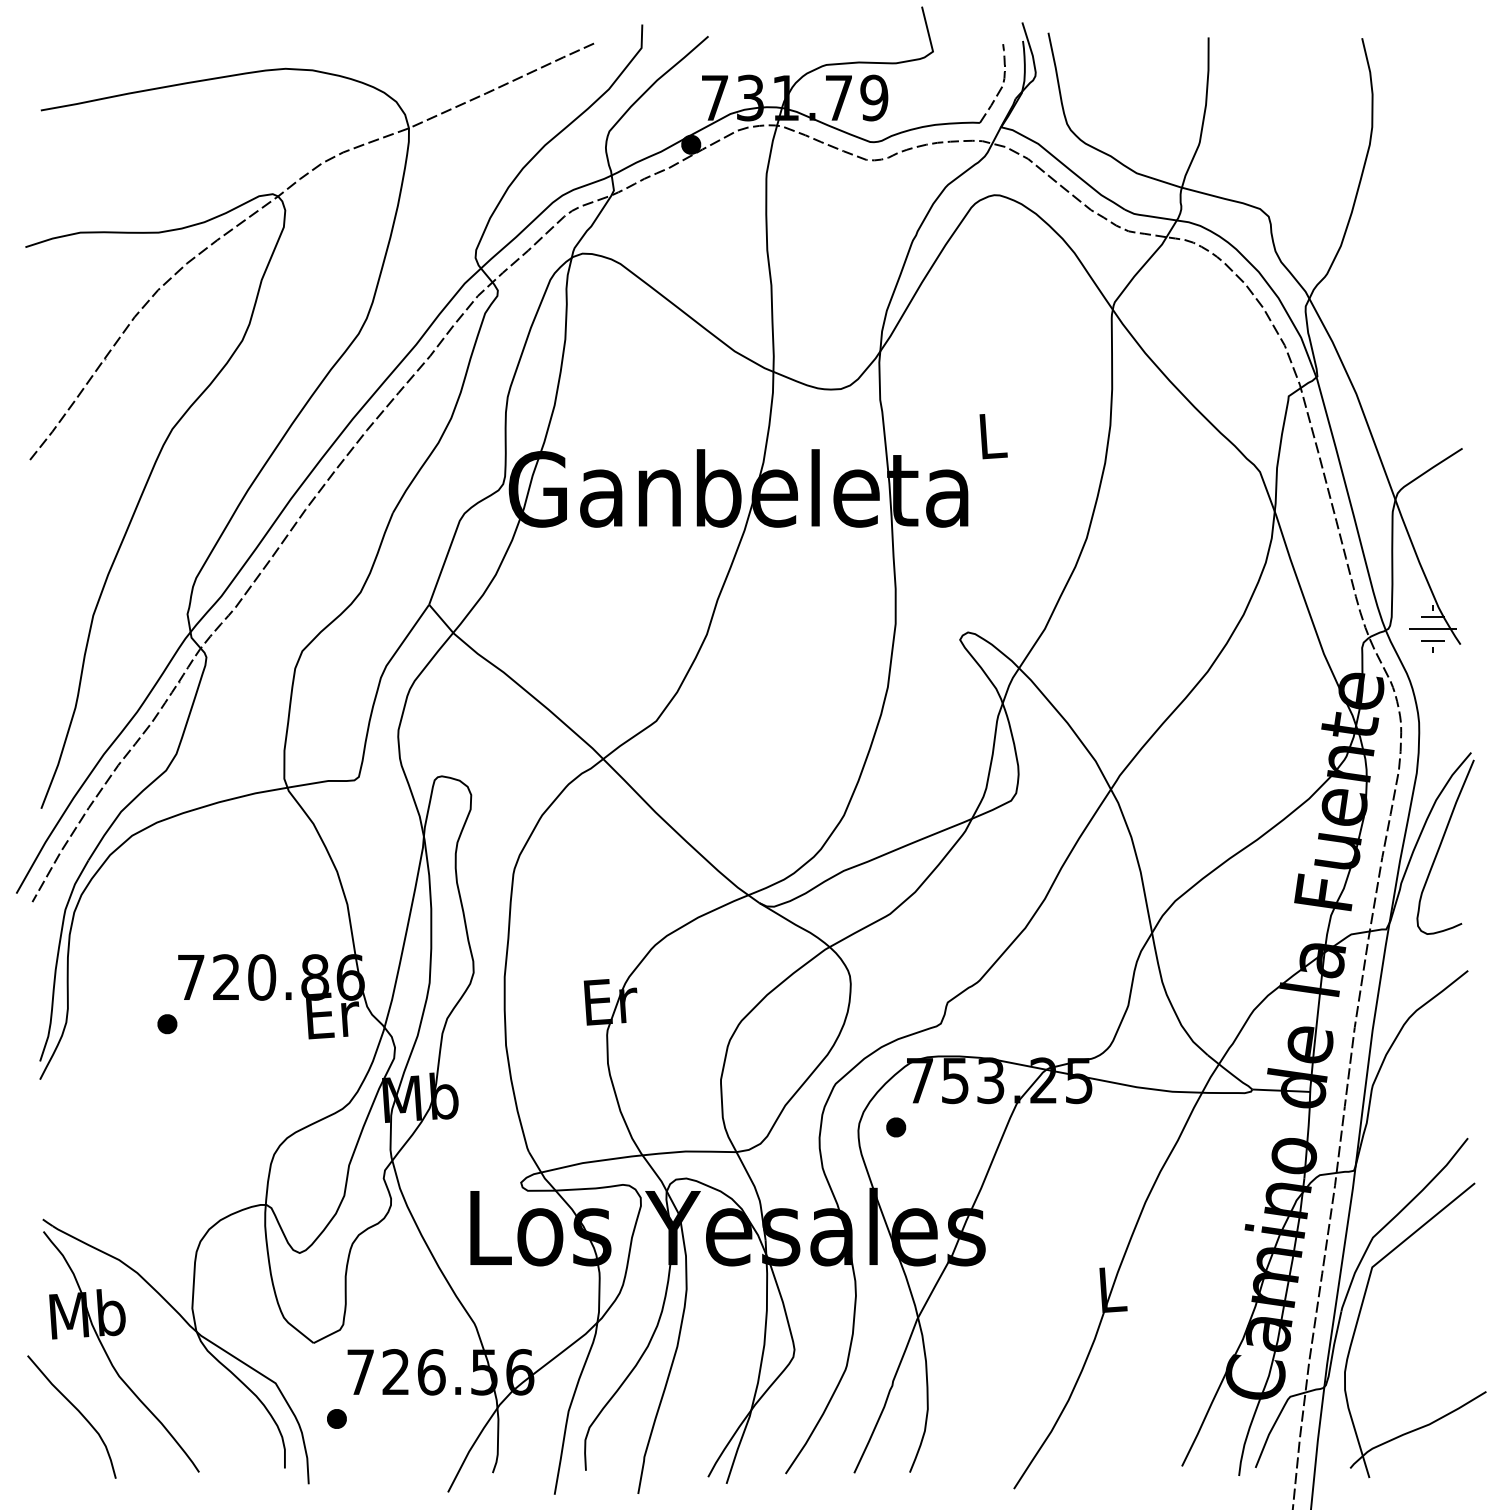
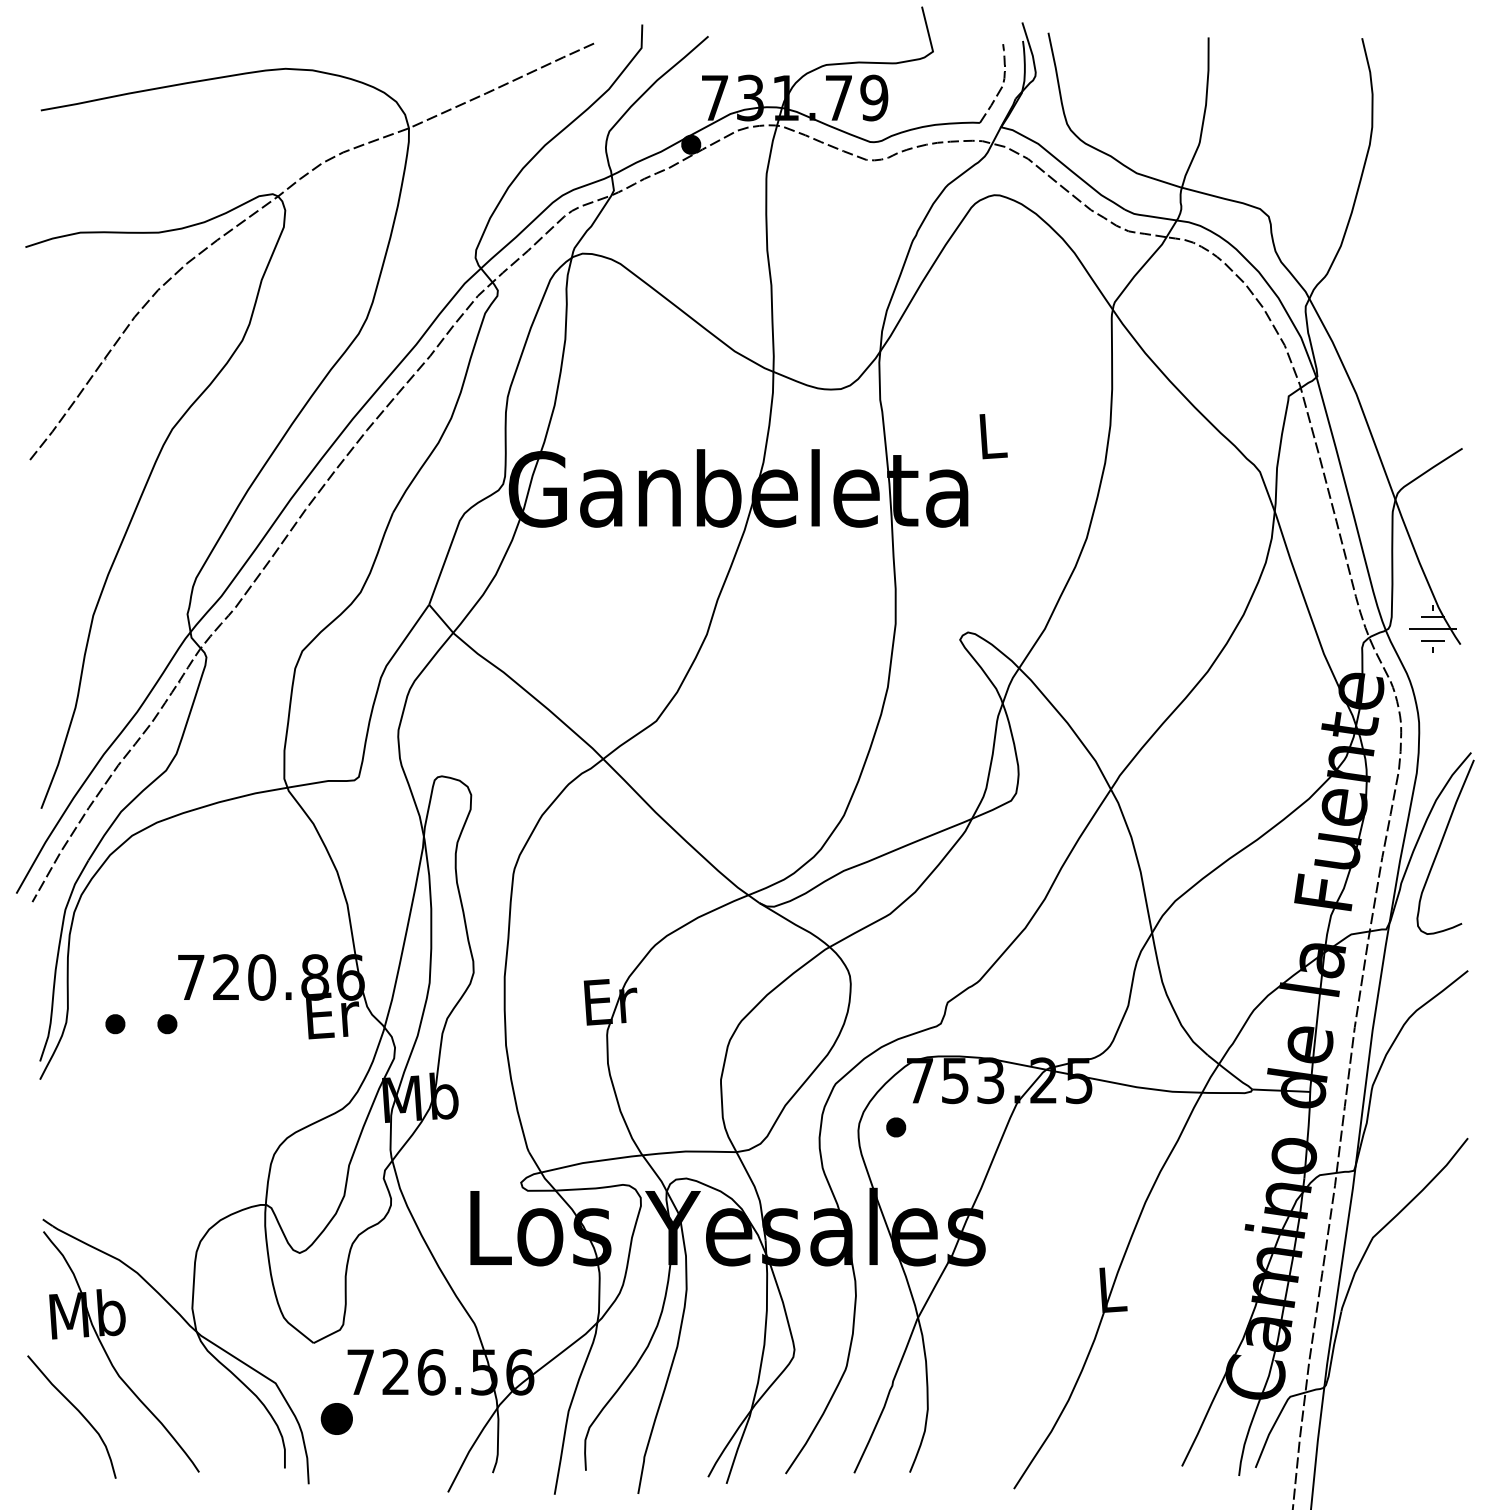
part at (115, 1024): none -> present
part at (1359, 1318): present -> none
part at (336, 1418) size: 20x20 px -> 33x32 px
